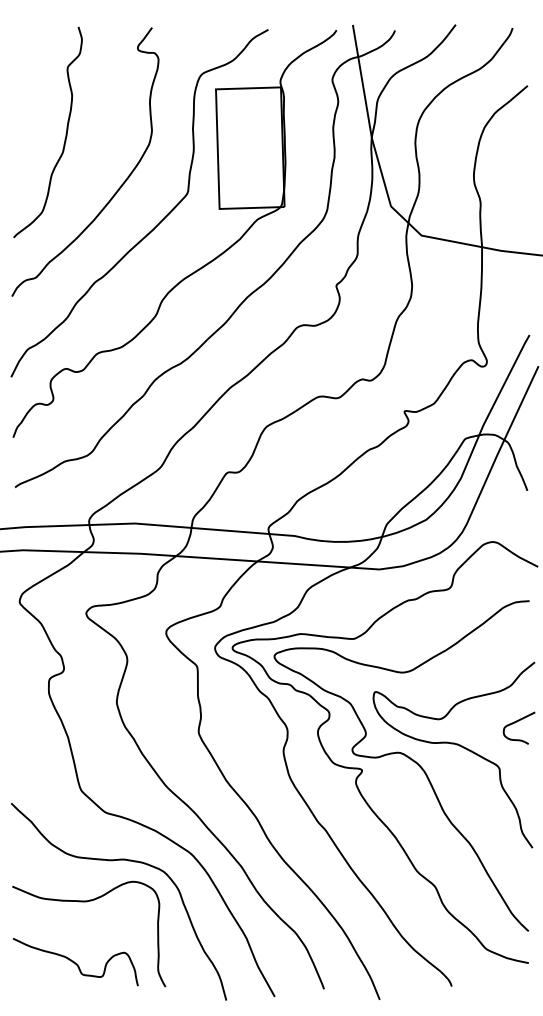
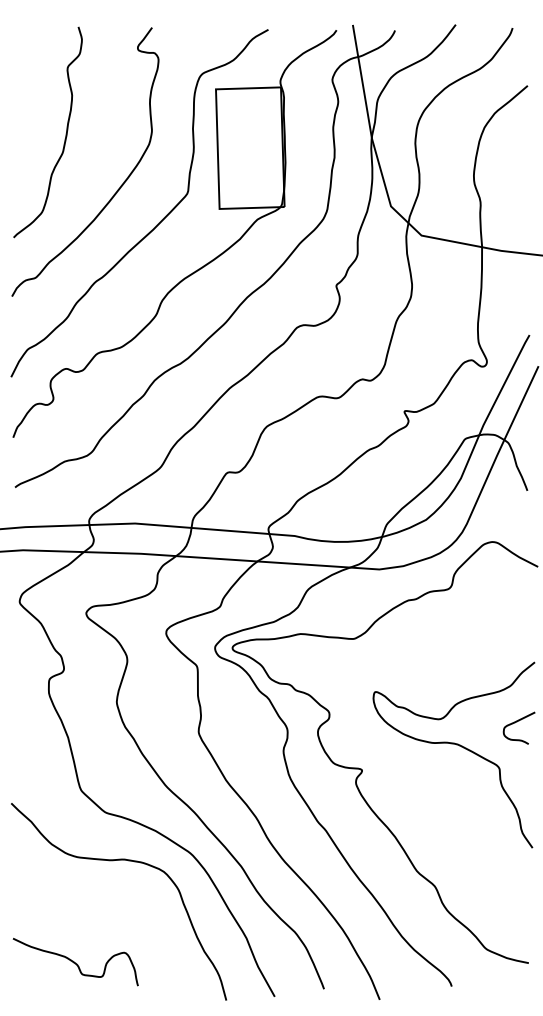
curve at (406, 757): present -> none
curve at (87, 902): present -> none
